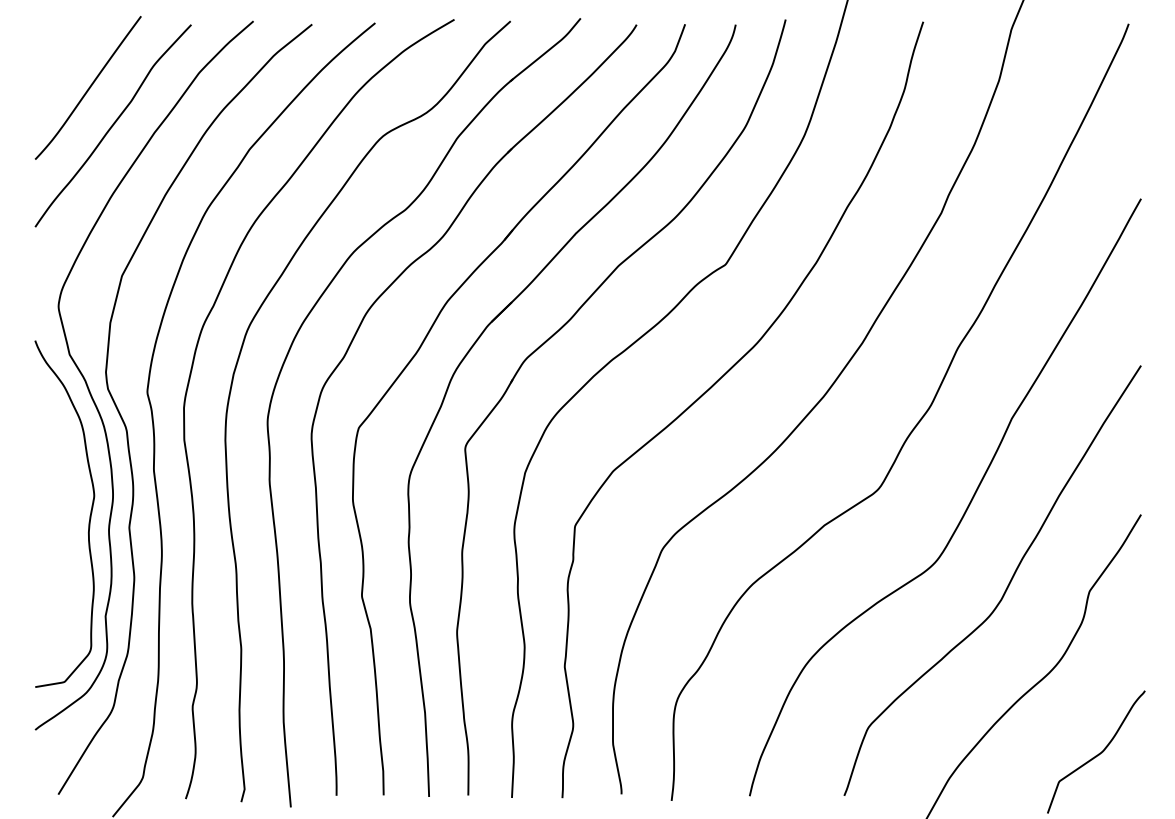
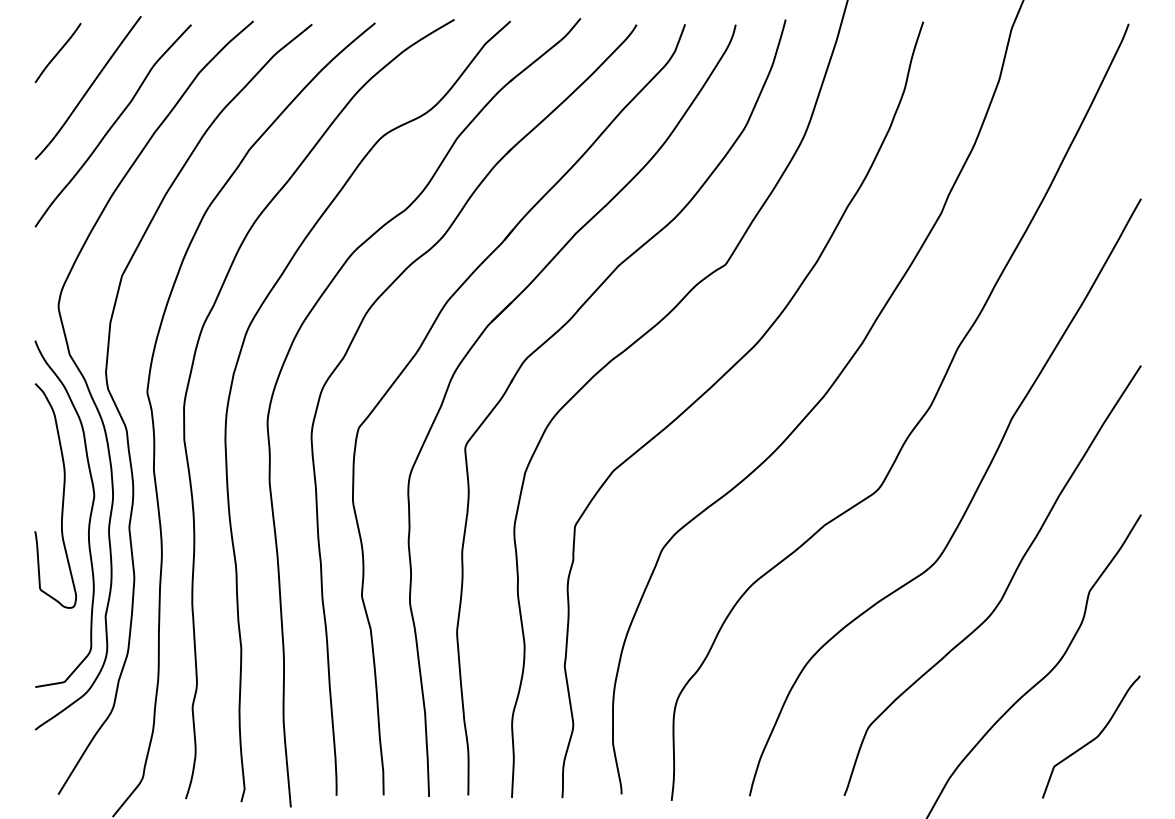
line at (57, 52): none -> present
curve at (62, 495): none -> present
curve at (1098, 753) position: (1098, 753) -> (1093, 738)
